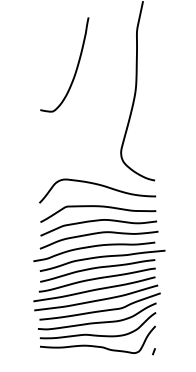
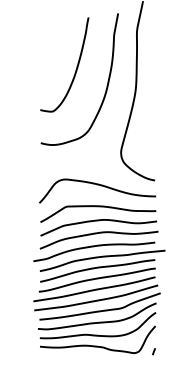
curve at (106, 85): none -> present
